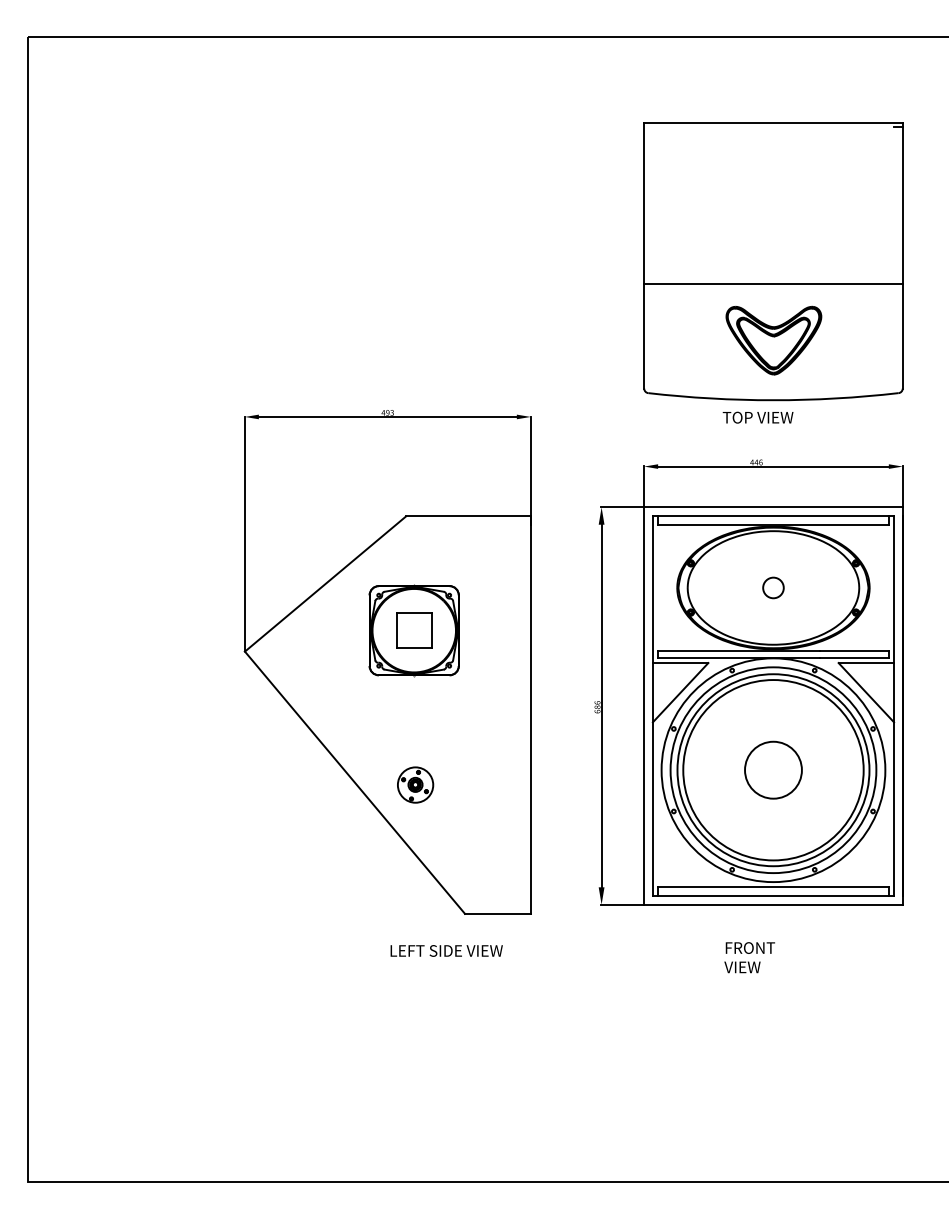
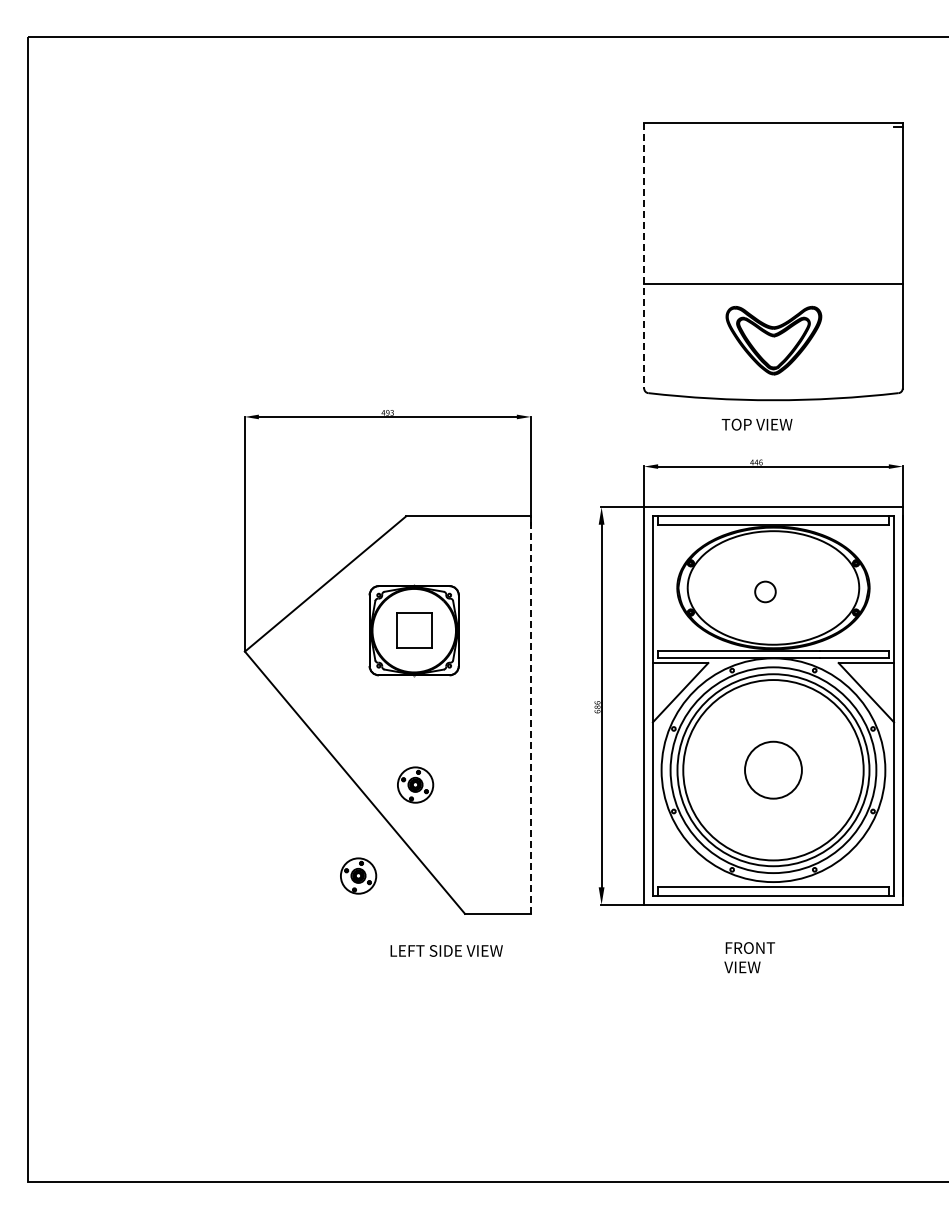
line at (644, 255): solid -> dashed
text at (757, 417) position: (757, 417) -> (756, 424)
circle at (773, 587) position: (773, 587) -> (765, 591)
line at (530, 715): solid -> dashed
part at (358, 875): none -> present
